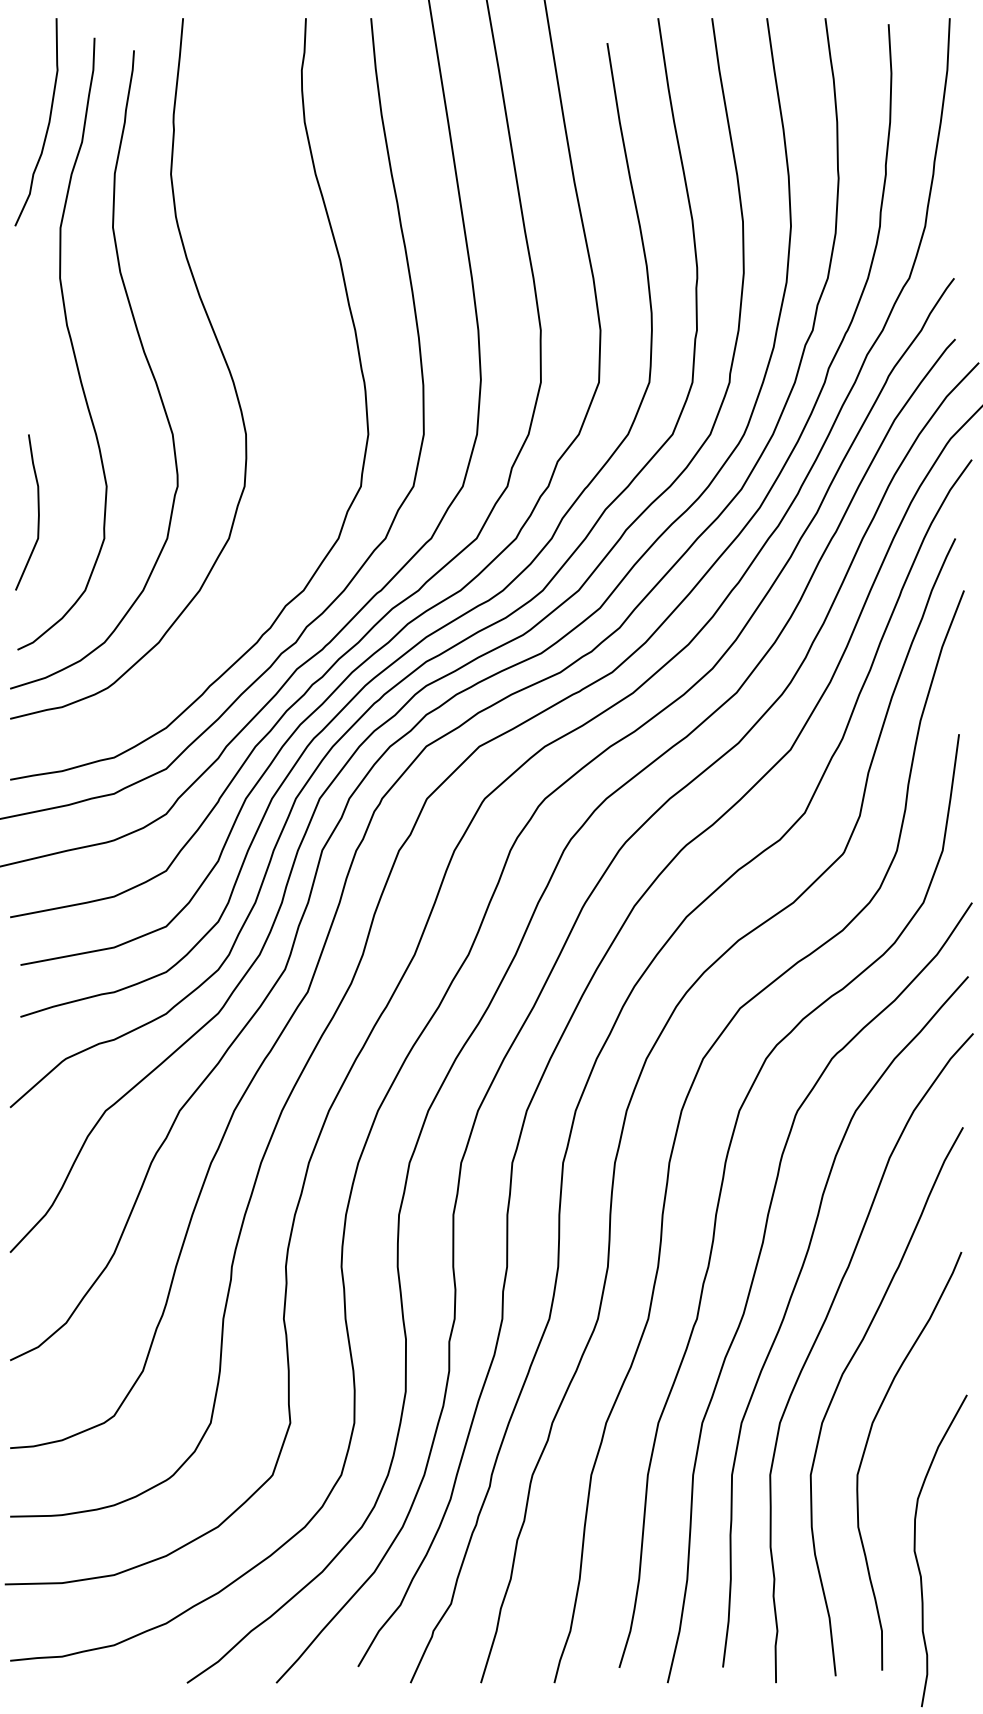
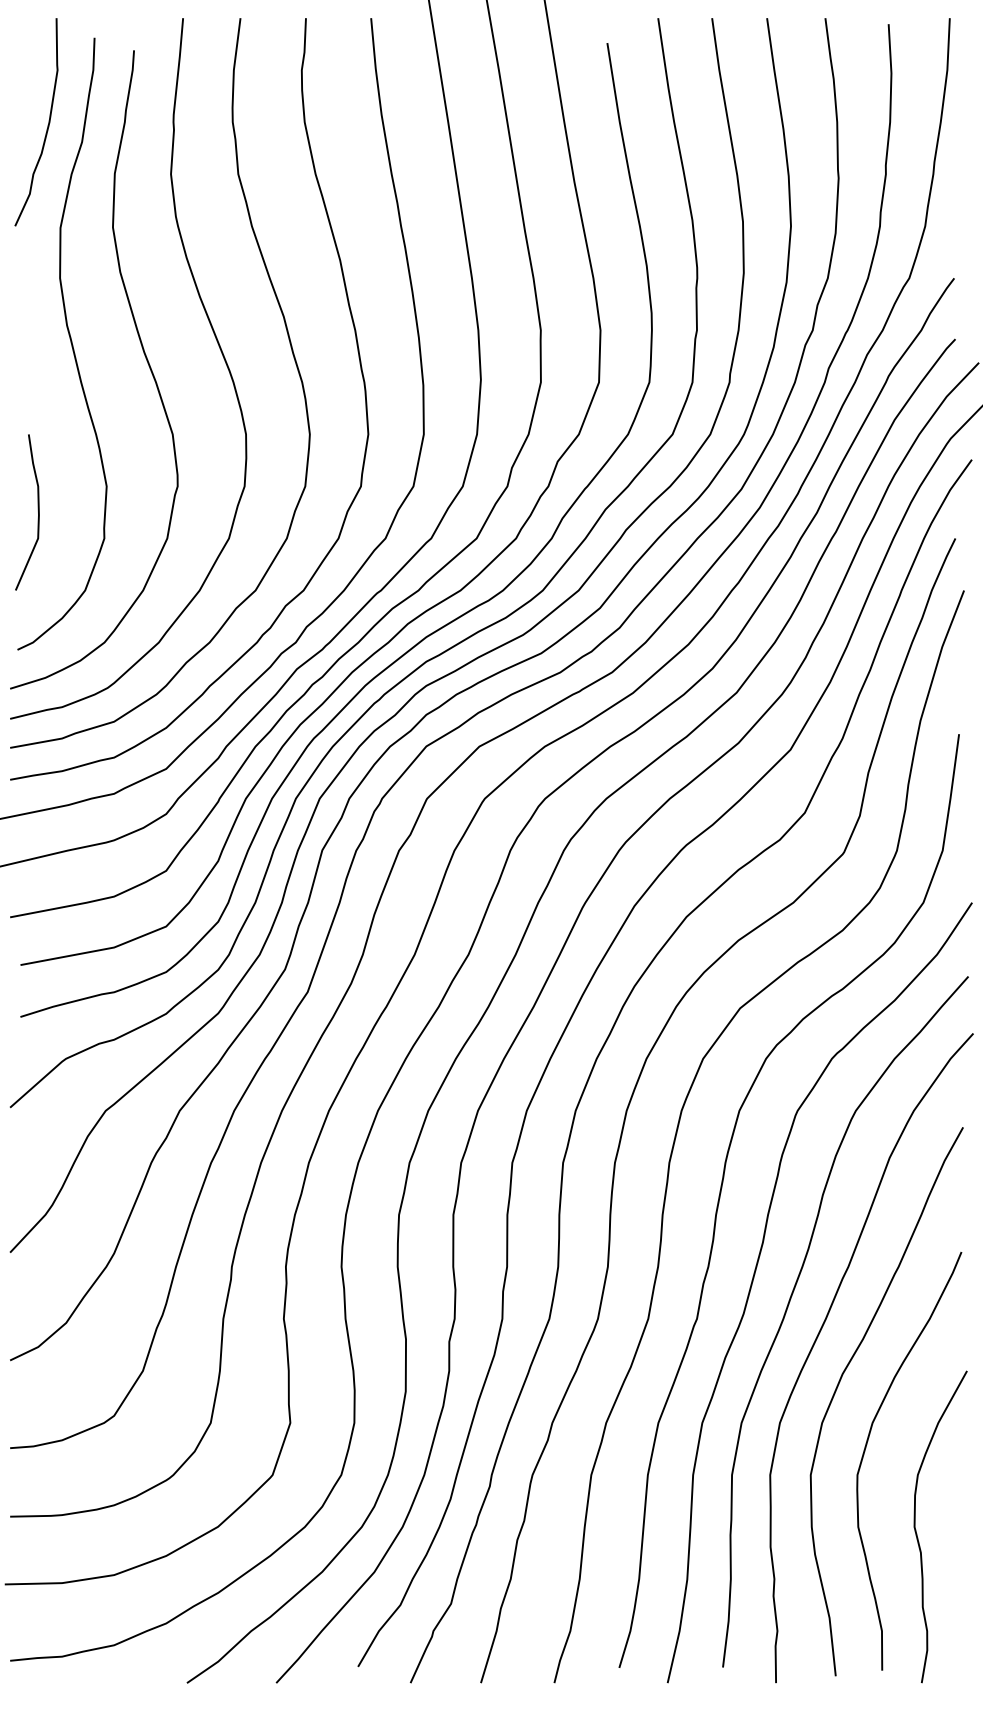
curve at (291, 351): none -> present
curve at (917, 1557) position: (917, 1557) -> (917, 1533)
